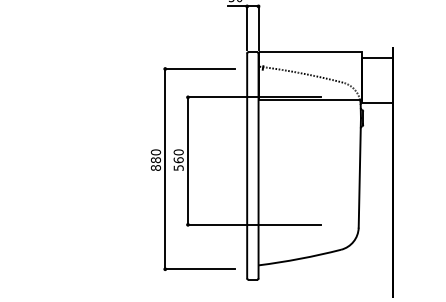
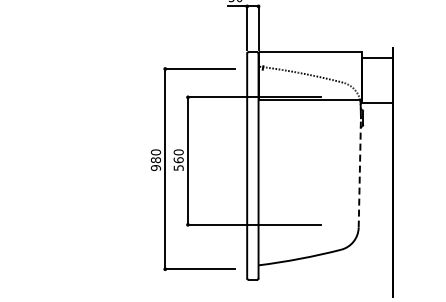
text at (155, 167): 880 -> 980
line at (359, 172): solid -> dashed
